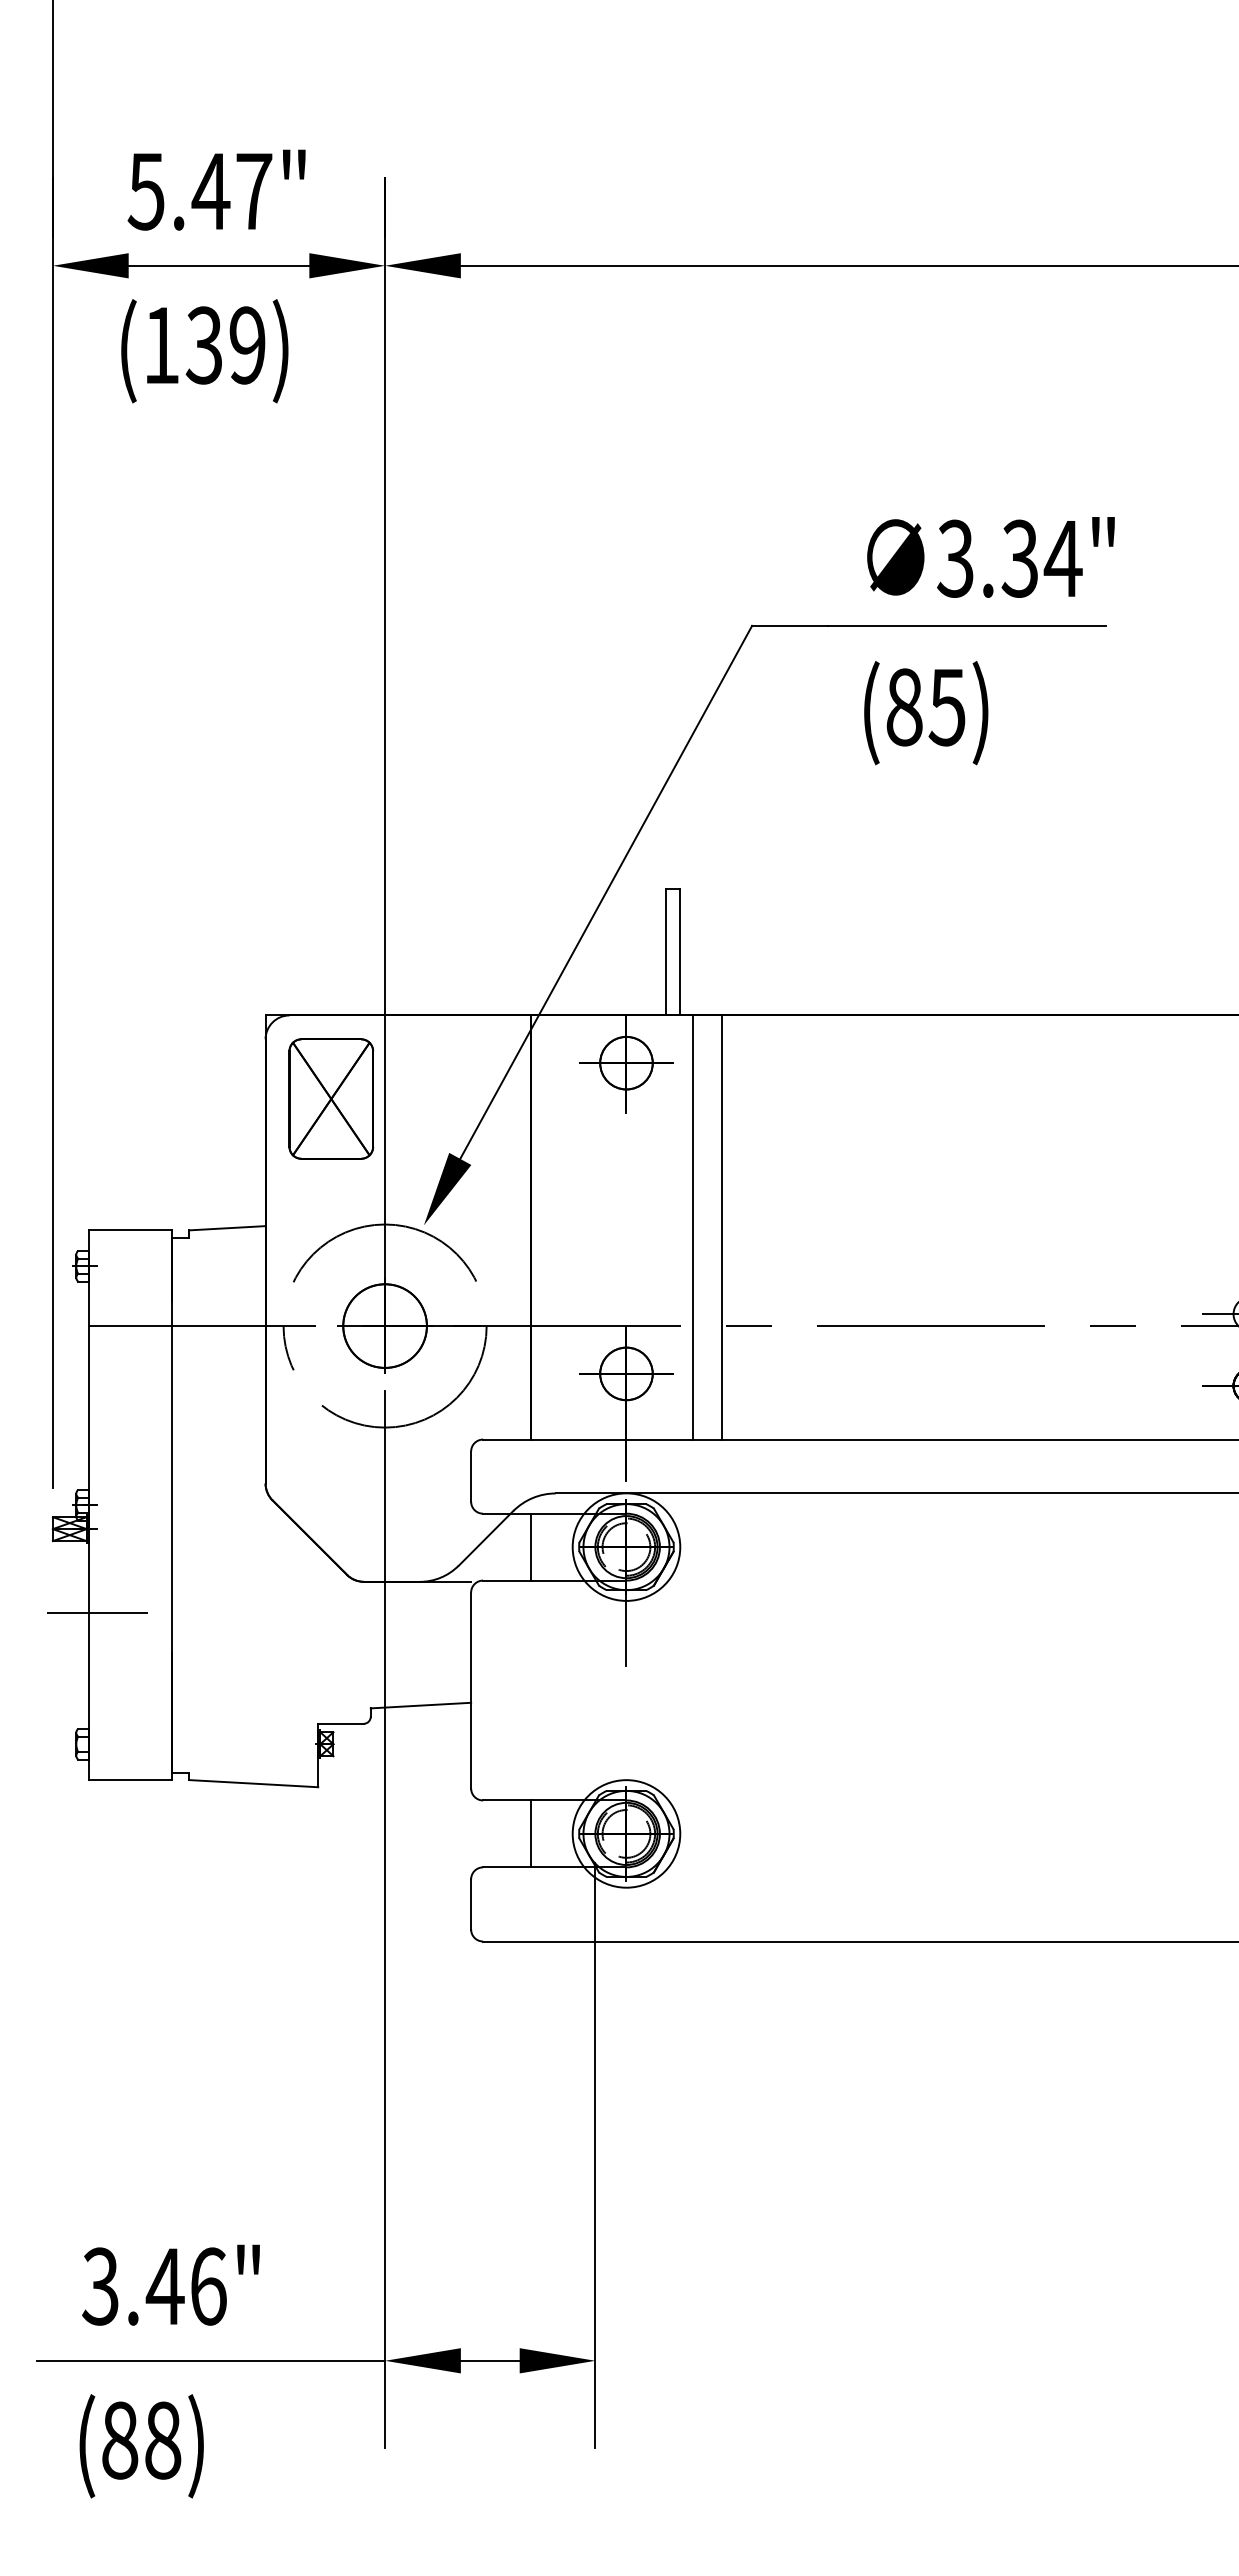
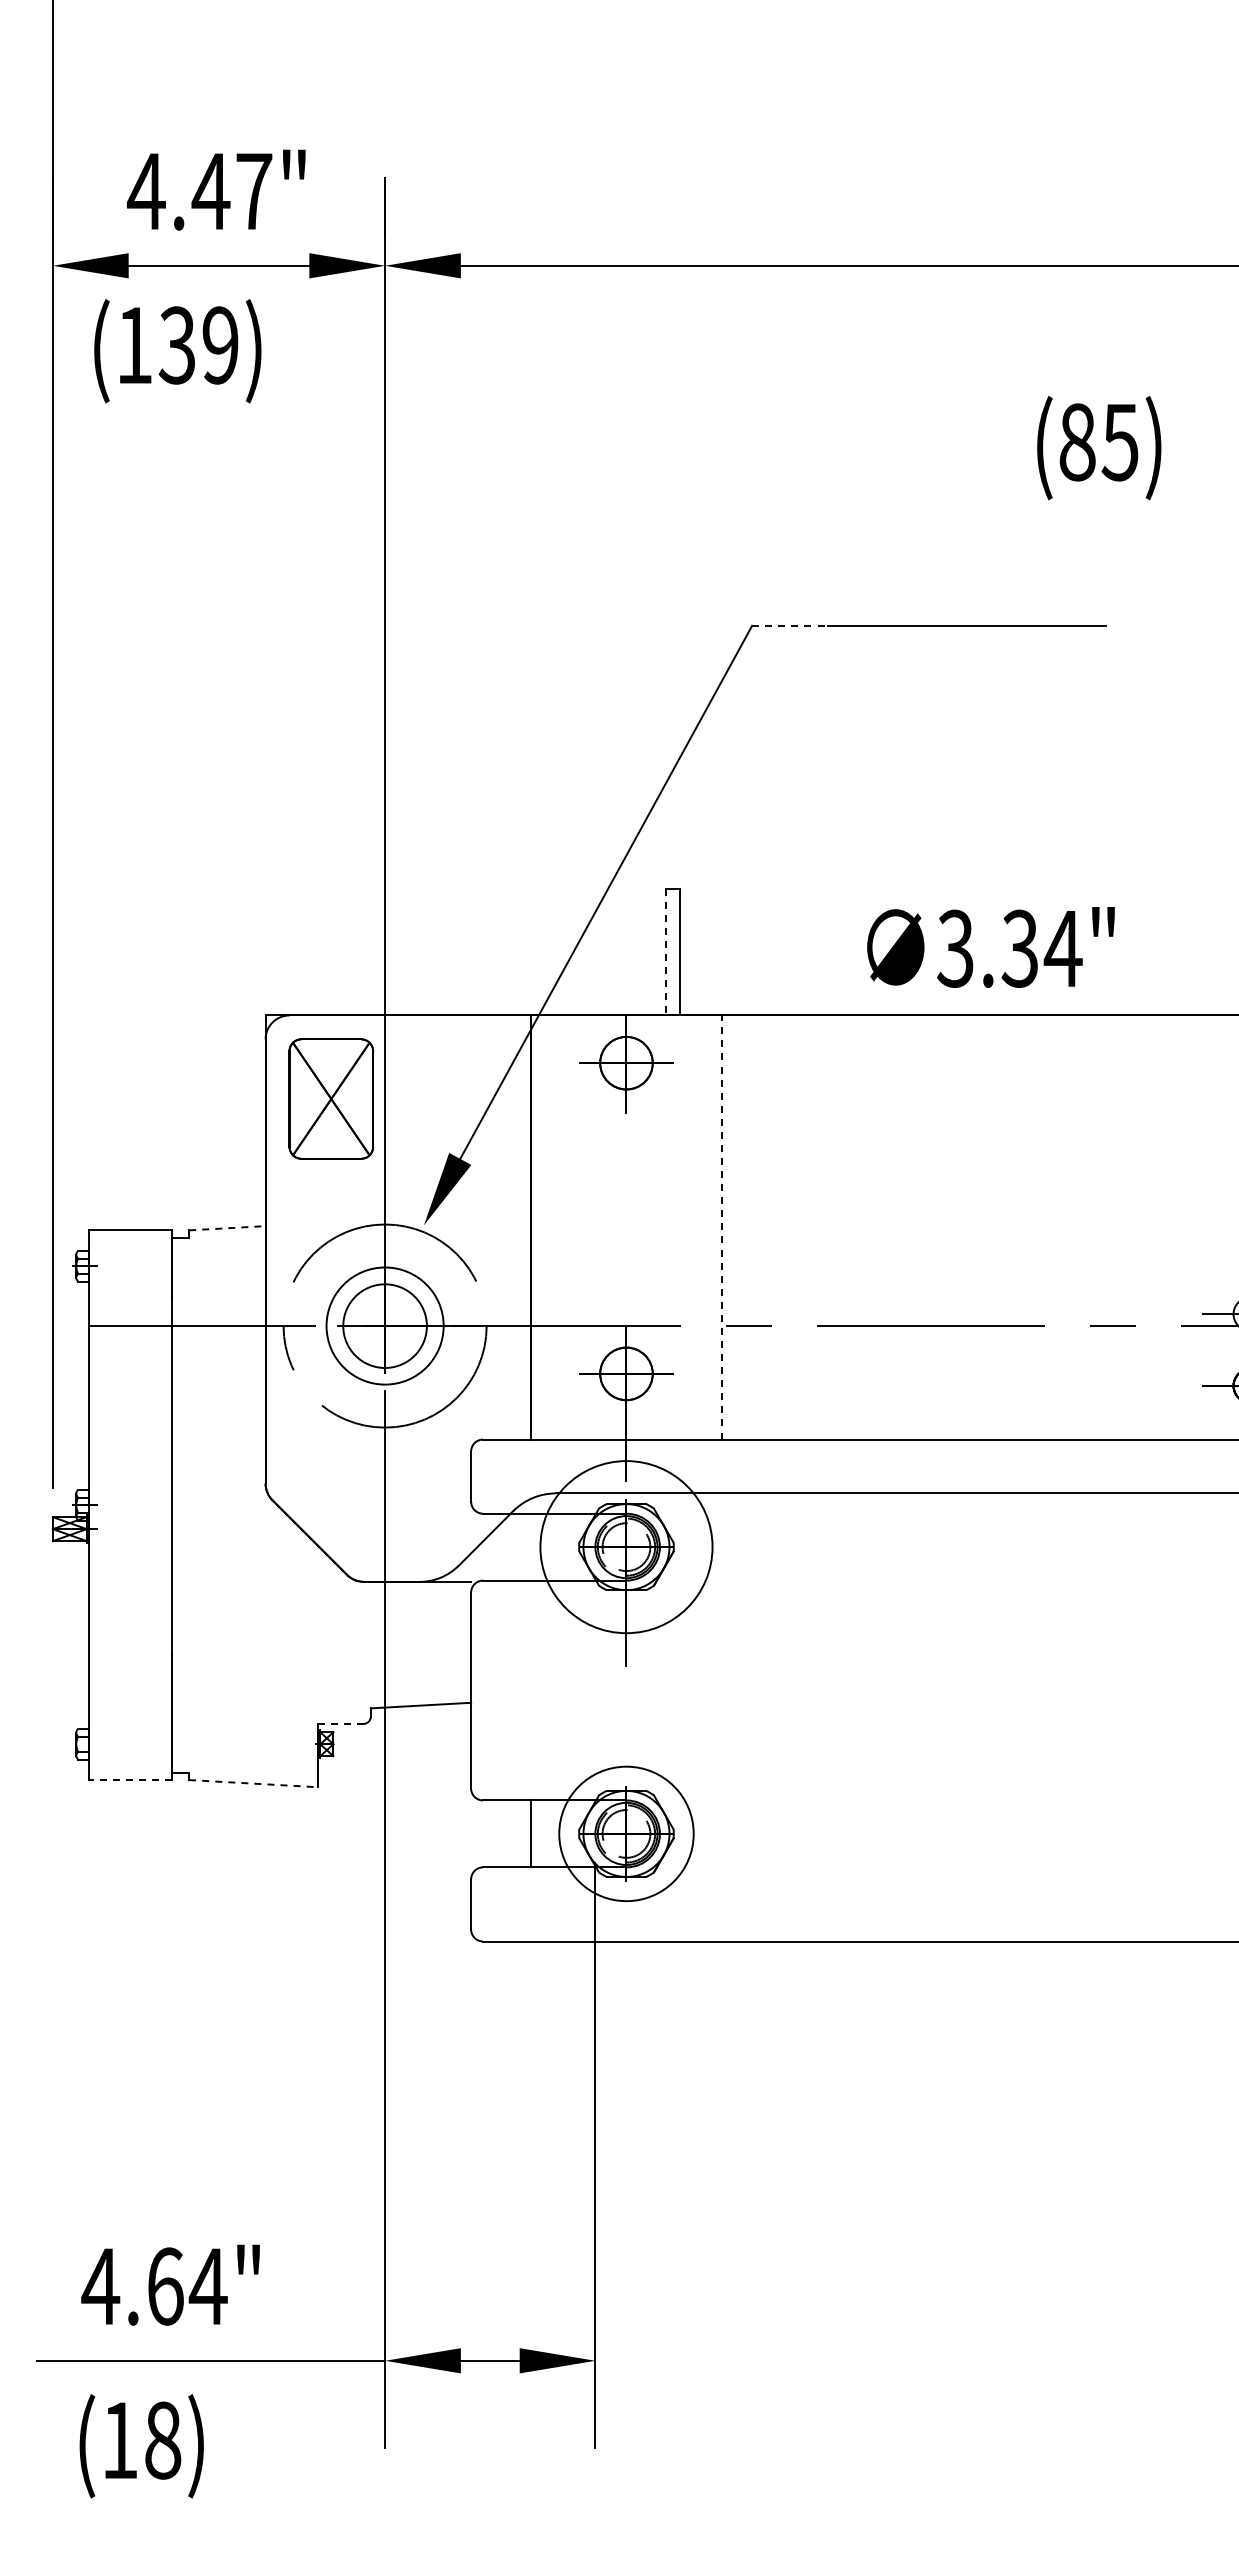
text at (145, 191): 5.47" -> 4.47"
text at (204, 351) position: (204, 351) -> (177, 351)
text at (990, 557) position: (990, 557) -> (990, 947)
line at (790, 625): solid -> dashed
text at (926, 713) position: (926, 713) -> (1099, 448)
line at (665, 952): solid -> dashed
line at (722, 1226): solid -> dashed
line at (693, 1227): present -> none
line at (227, 1228): solid -> dashed
circle at (384, 1325) diameter: 84 px -> 117 px
line at (530, 1546): present -> none
circle at (626, 1546) diameter: 108 px -> 172 px
line at (97, 1612): present -> none
line at (340, 1723): solid -> dashed
line at (130, 1780): solid -> dashed
line at (253, 1783): solid -> dashed
circle at (626, 1833) diameter: 108 px -> 134 px
text at (154, 2286): 3.46" -> 4.64"
text at (120, 2440): (88) -> (18)
